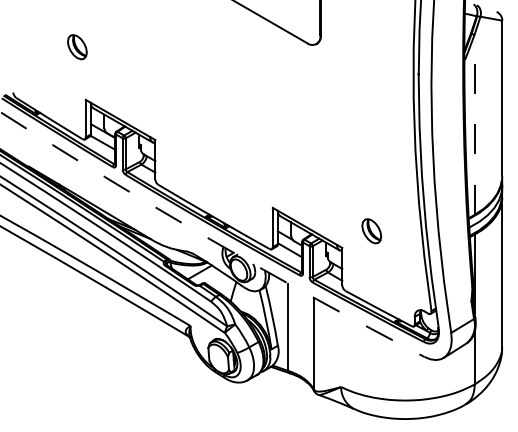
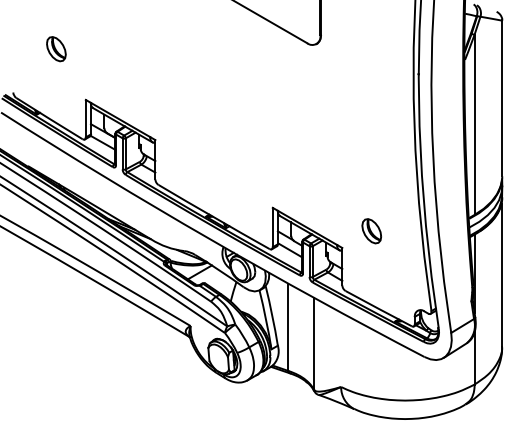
part at (77, 47) position: (77, 47) -> (56, 49)
line at (474, 124): dashed -> solid
arc at (210, 239): dashed -> solid
